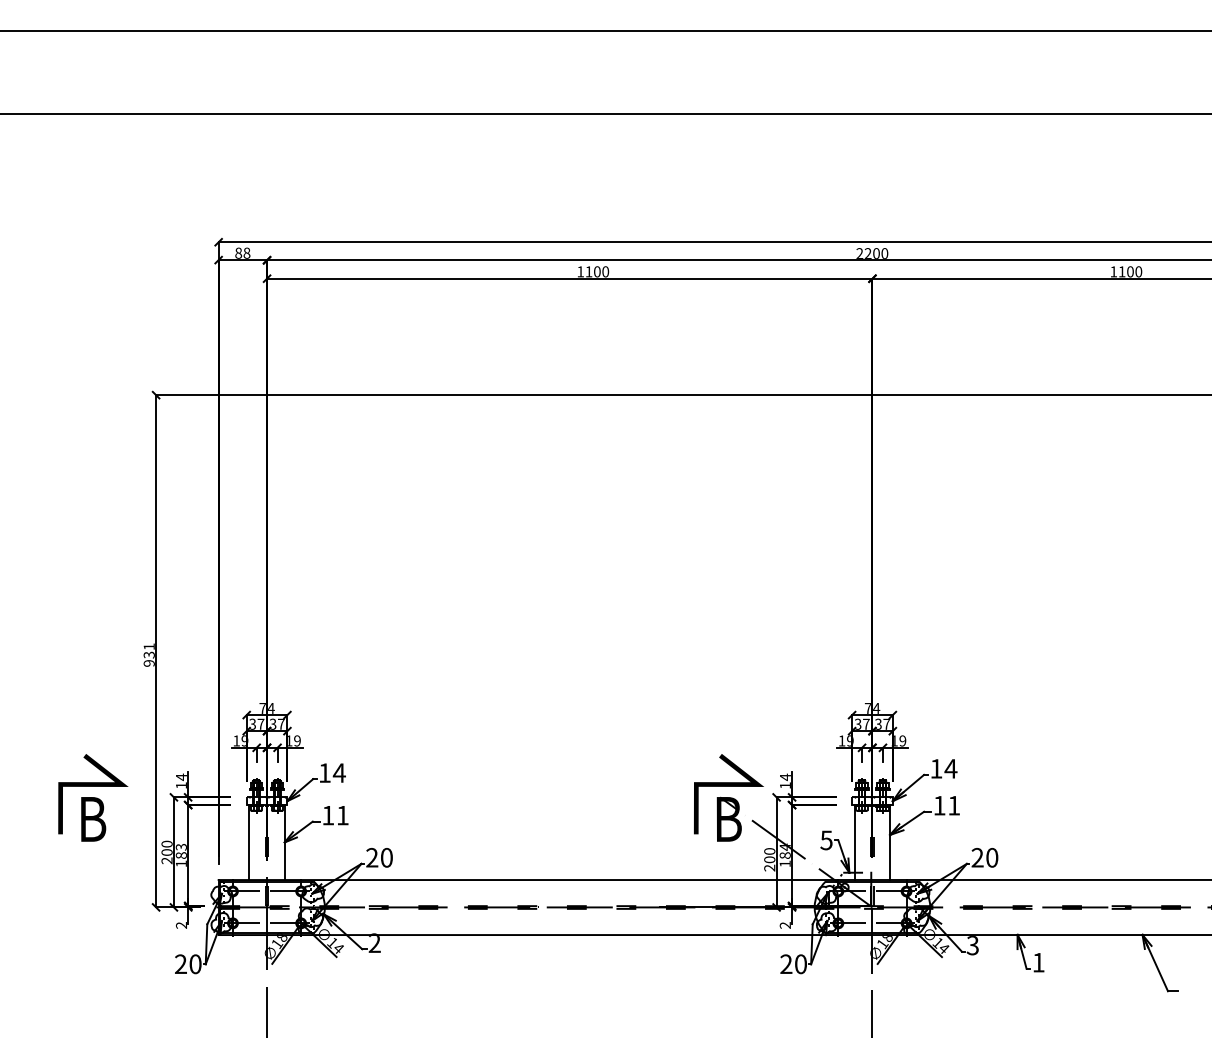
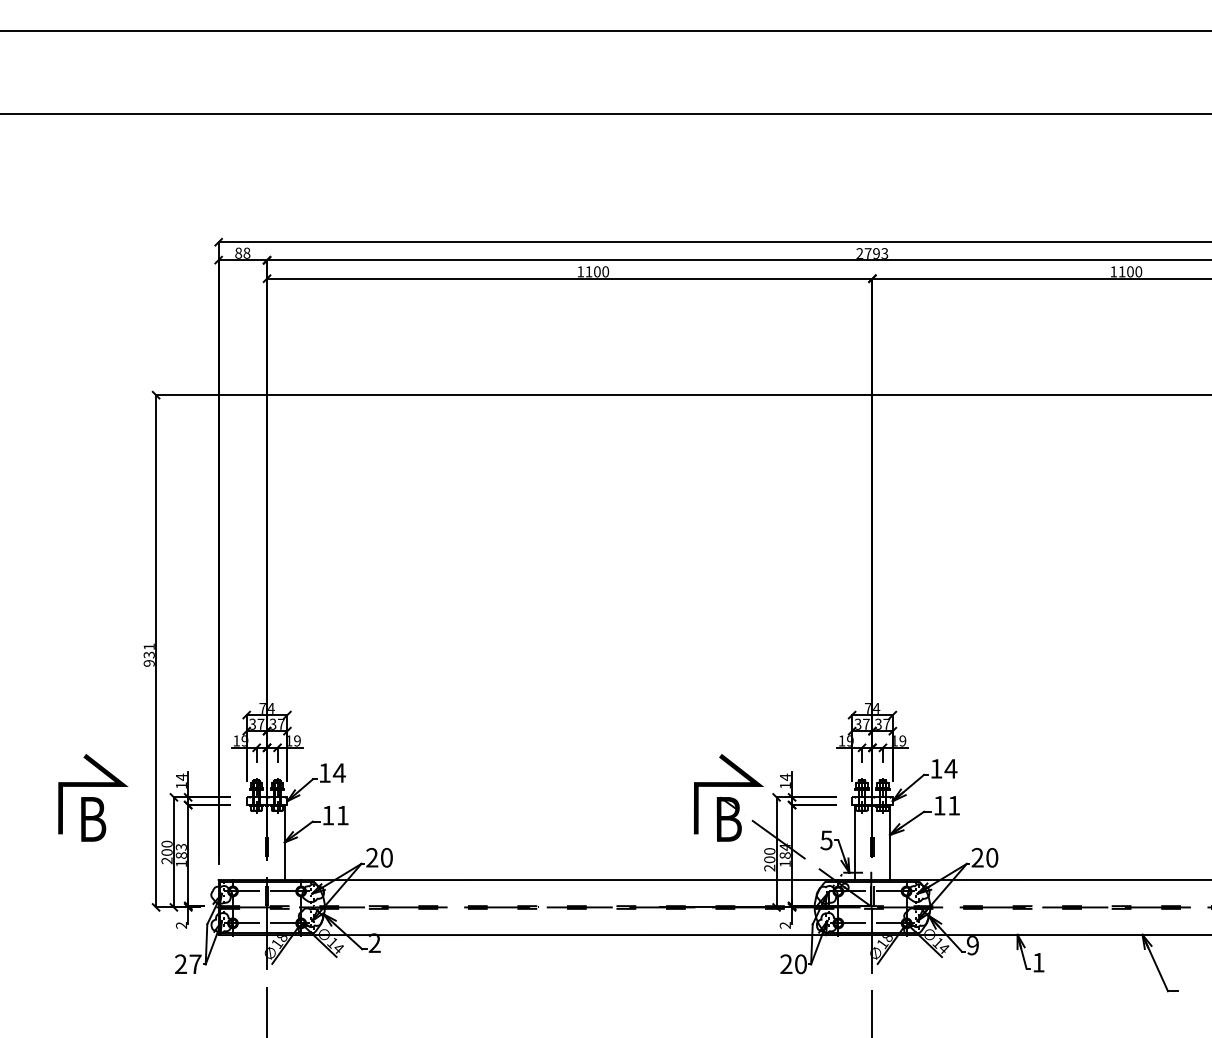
text at (876, 253): 2200 -> 2793
line at (249, 842): present -> none
text at (972, 945): 3 -> 9
text at (195, 964): 20 -> 27
